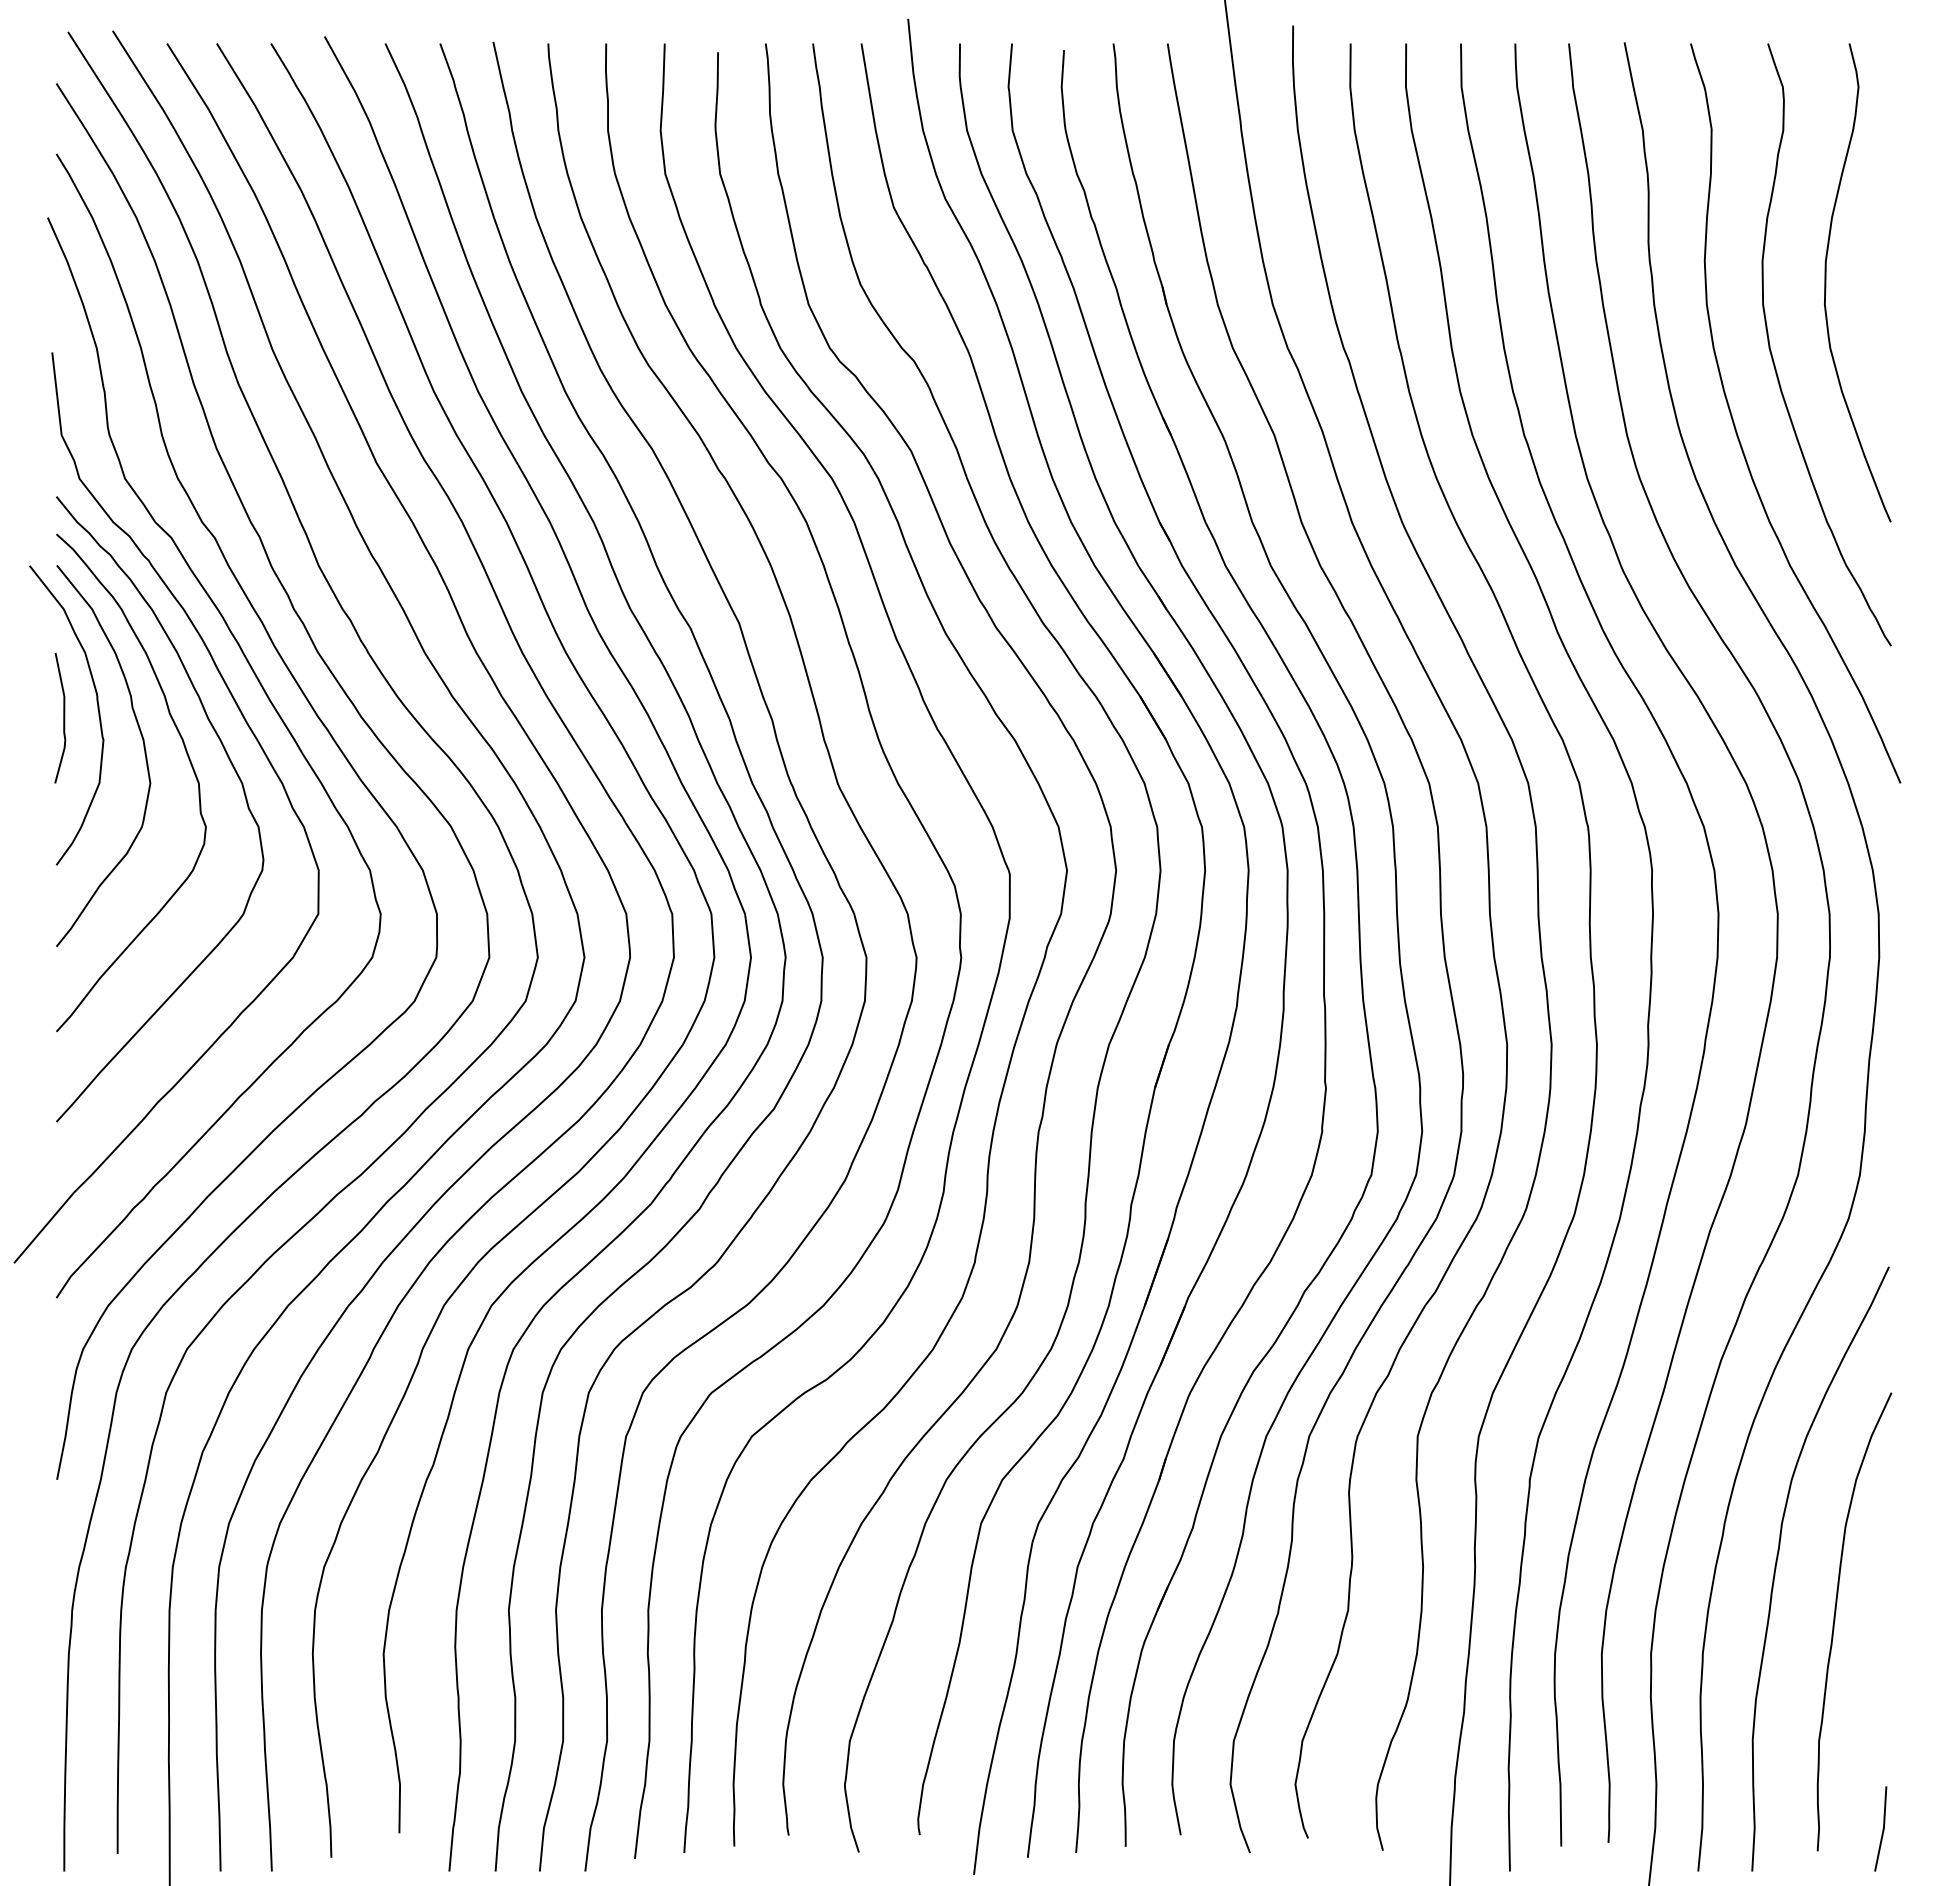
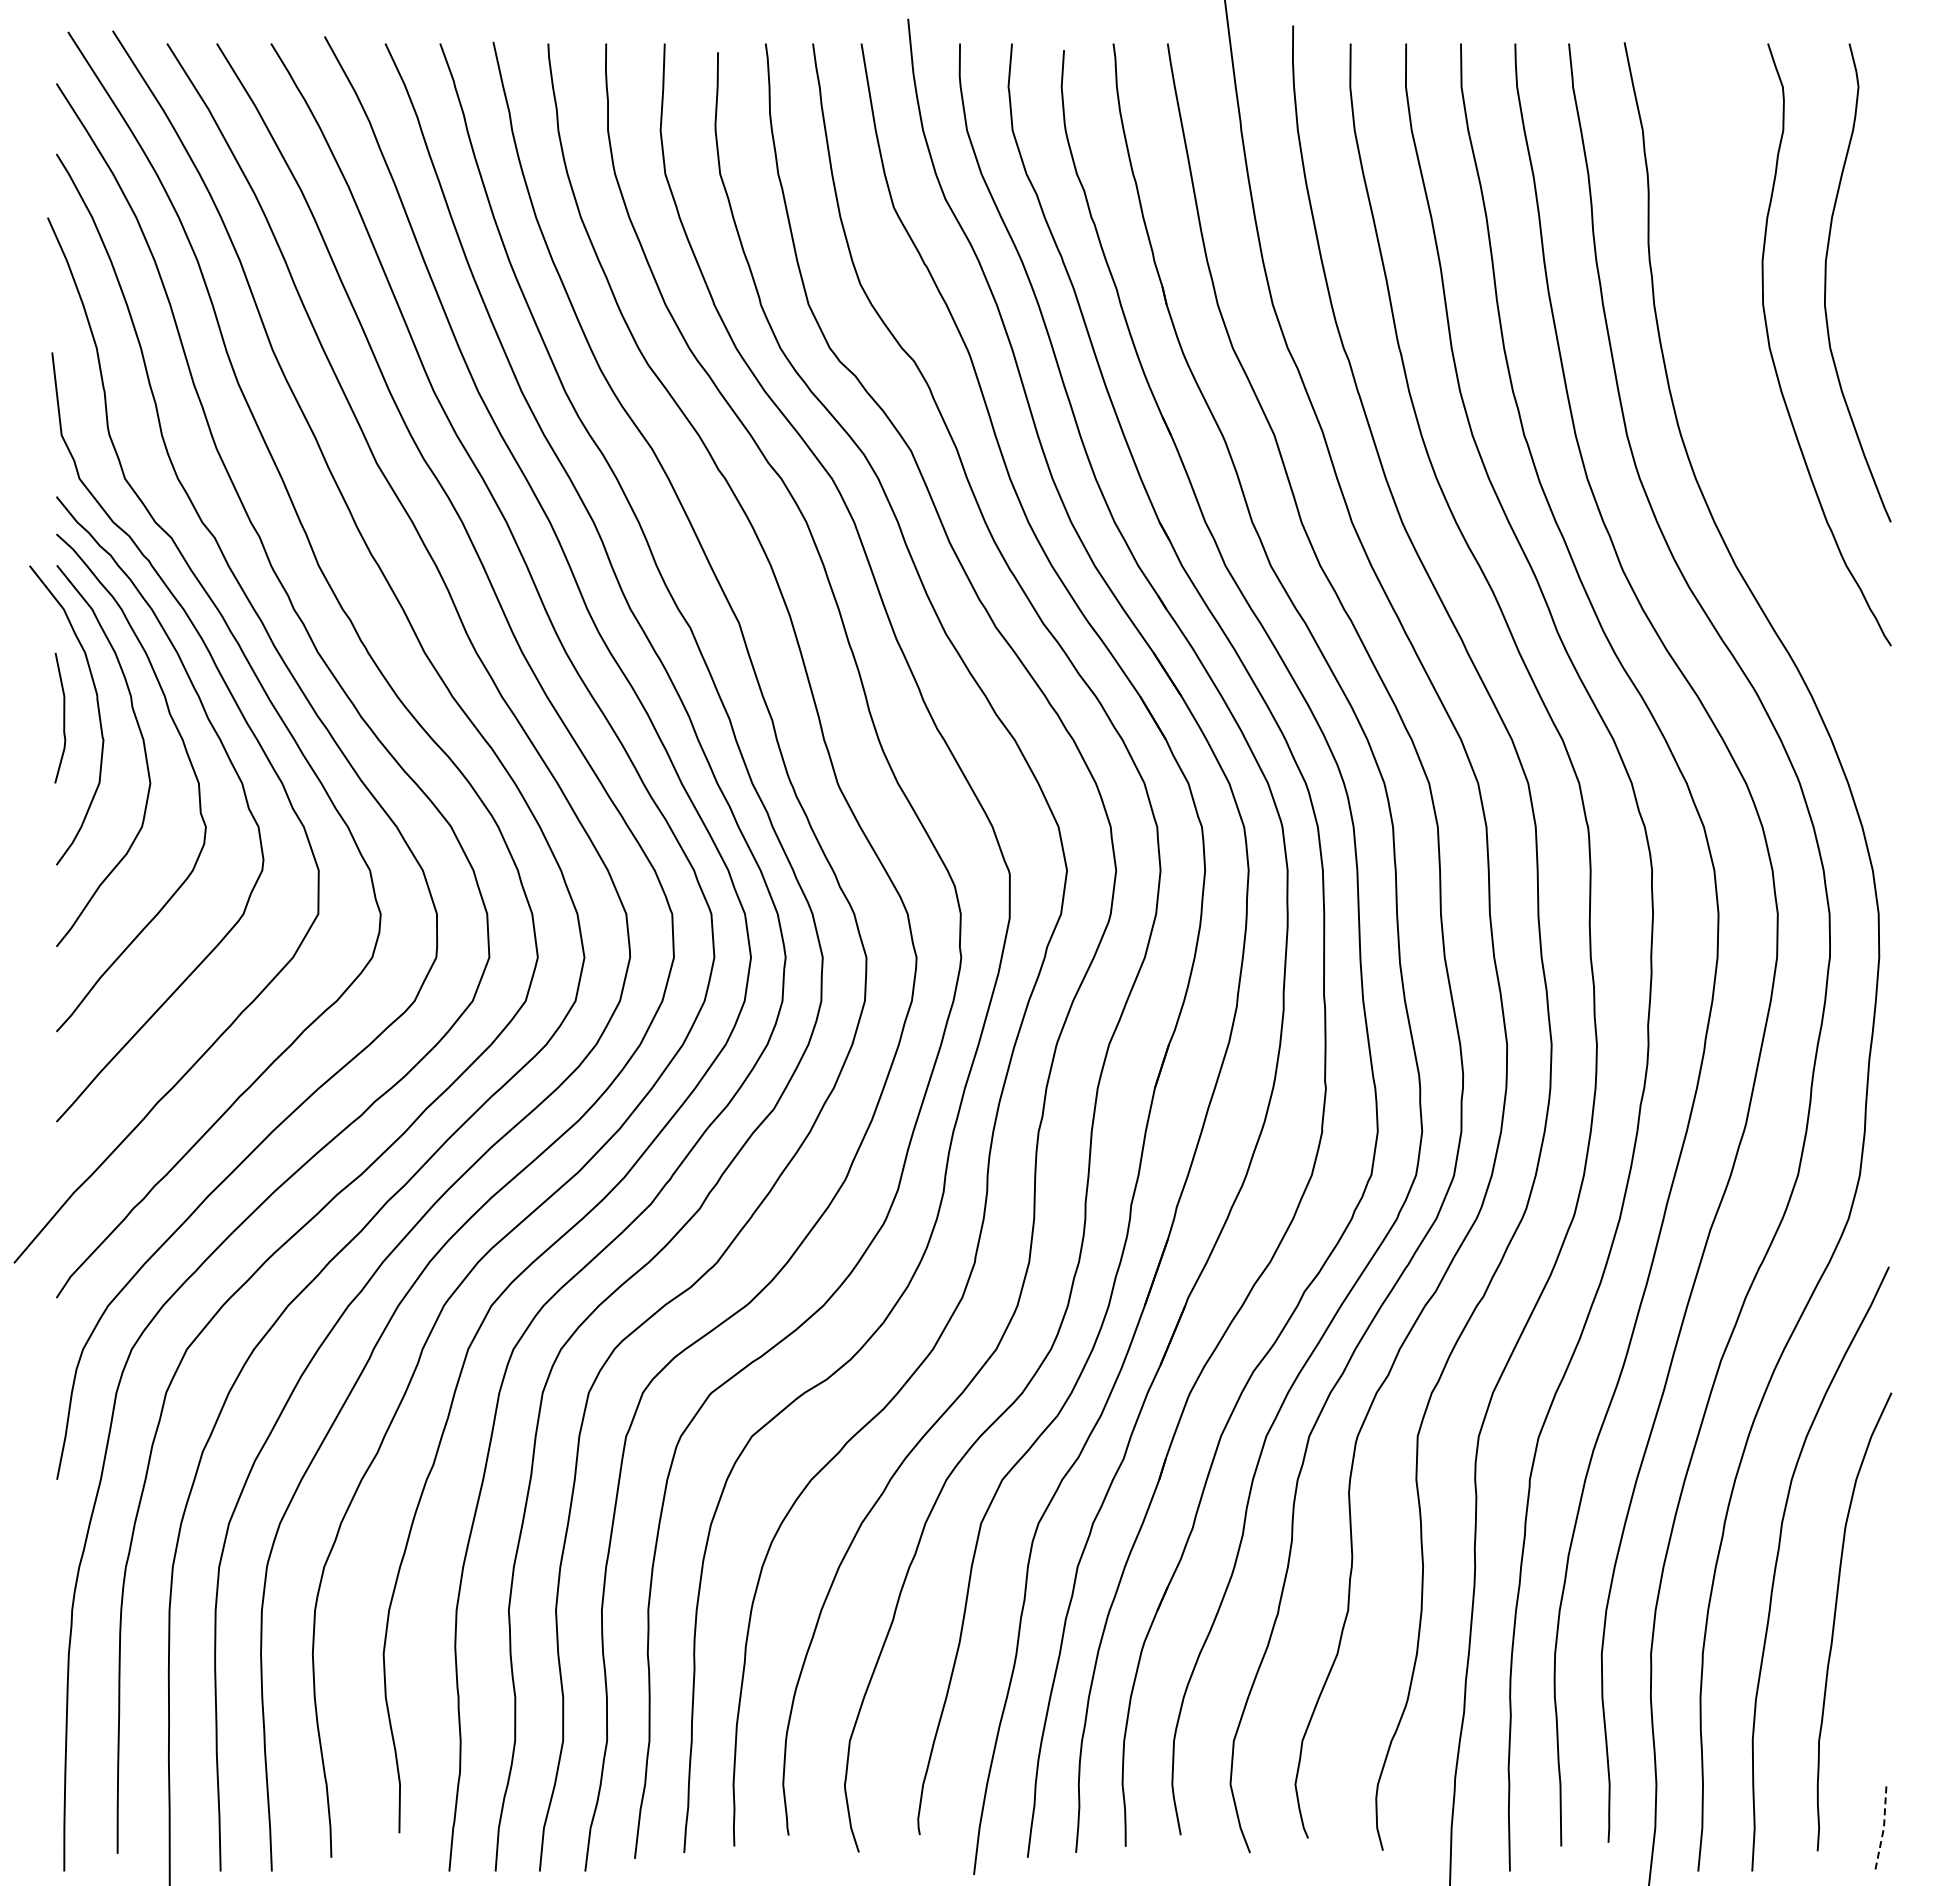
curve at (1737, 431): present -> none
line at (1883, 1828): solid -> dashed
